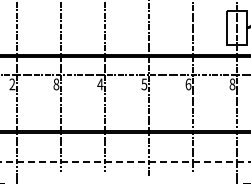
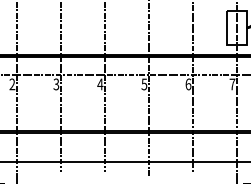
text at (56, 84): 8 -> 3
text at (232, 84): 8 -> 7
line at (125, 161): dashed -> solid
